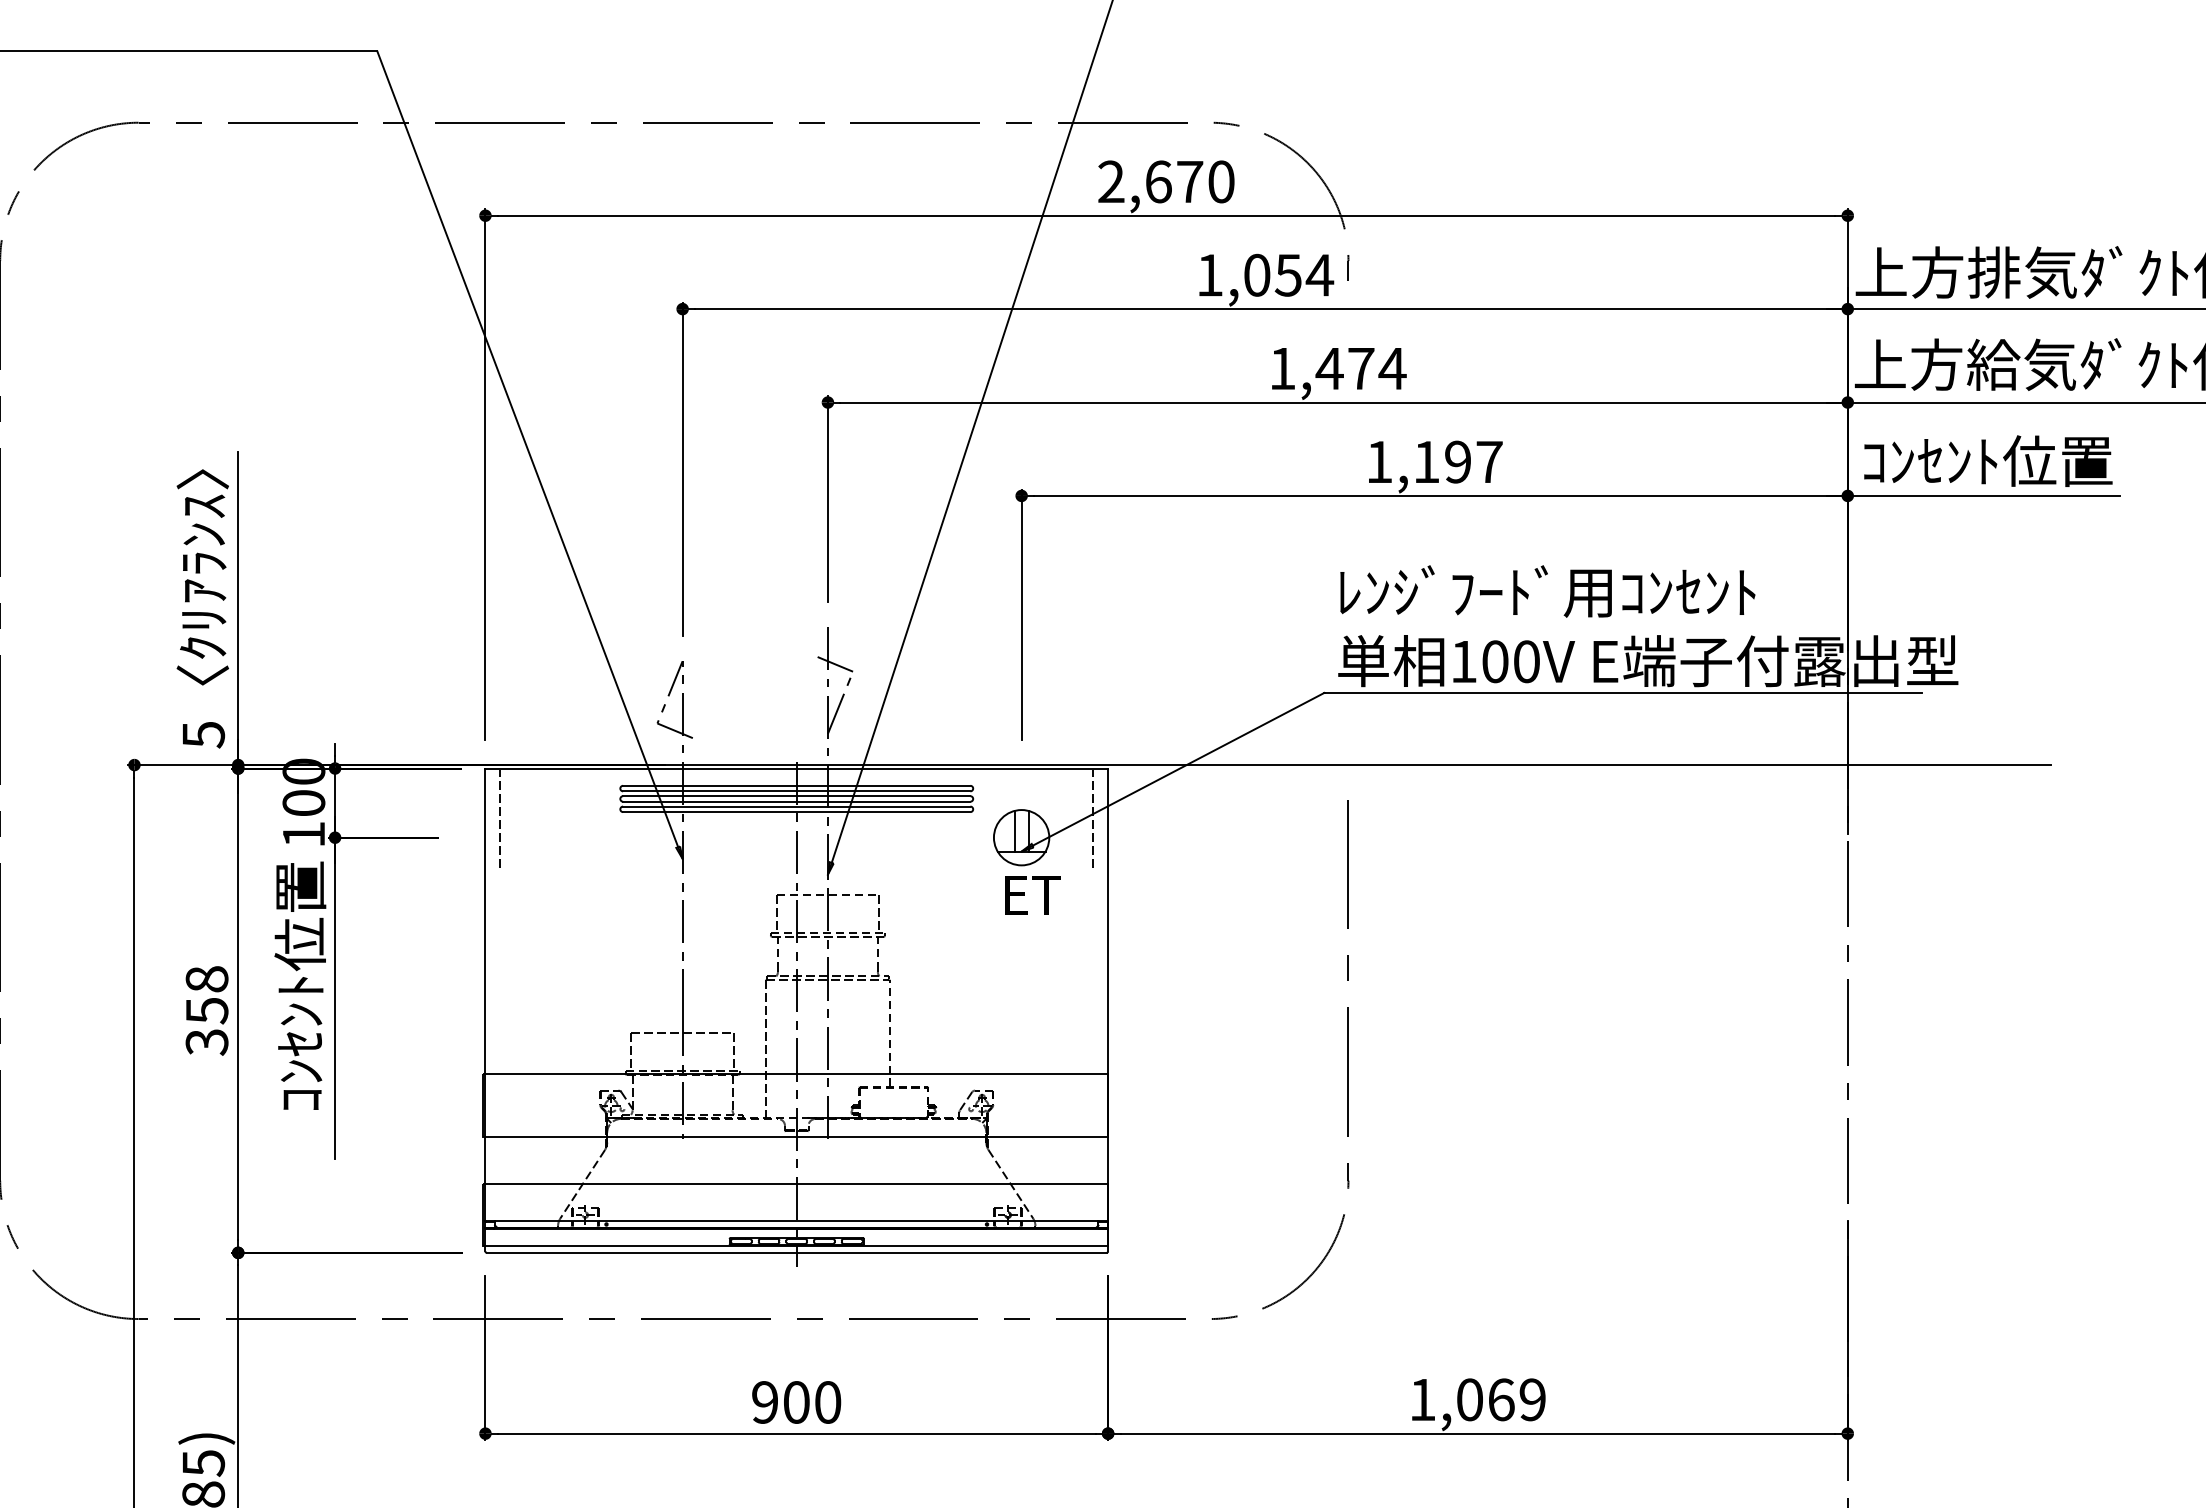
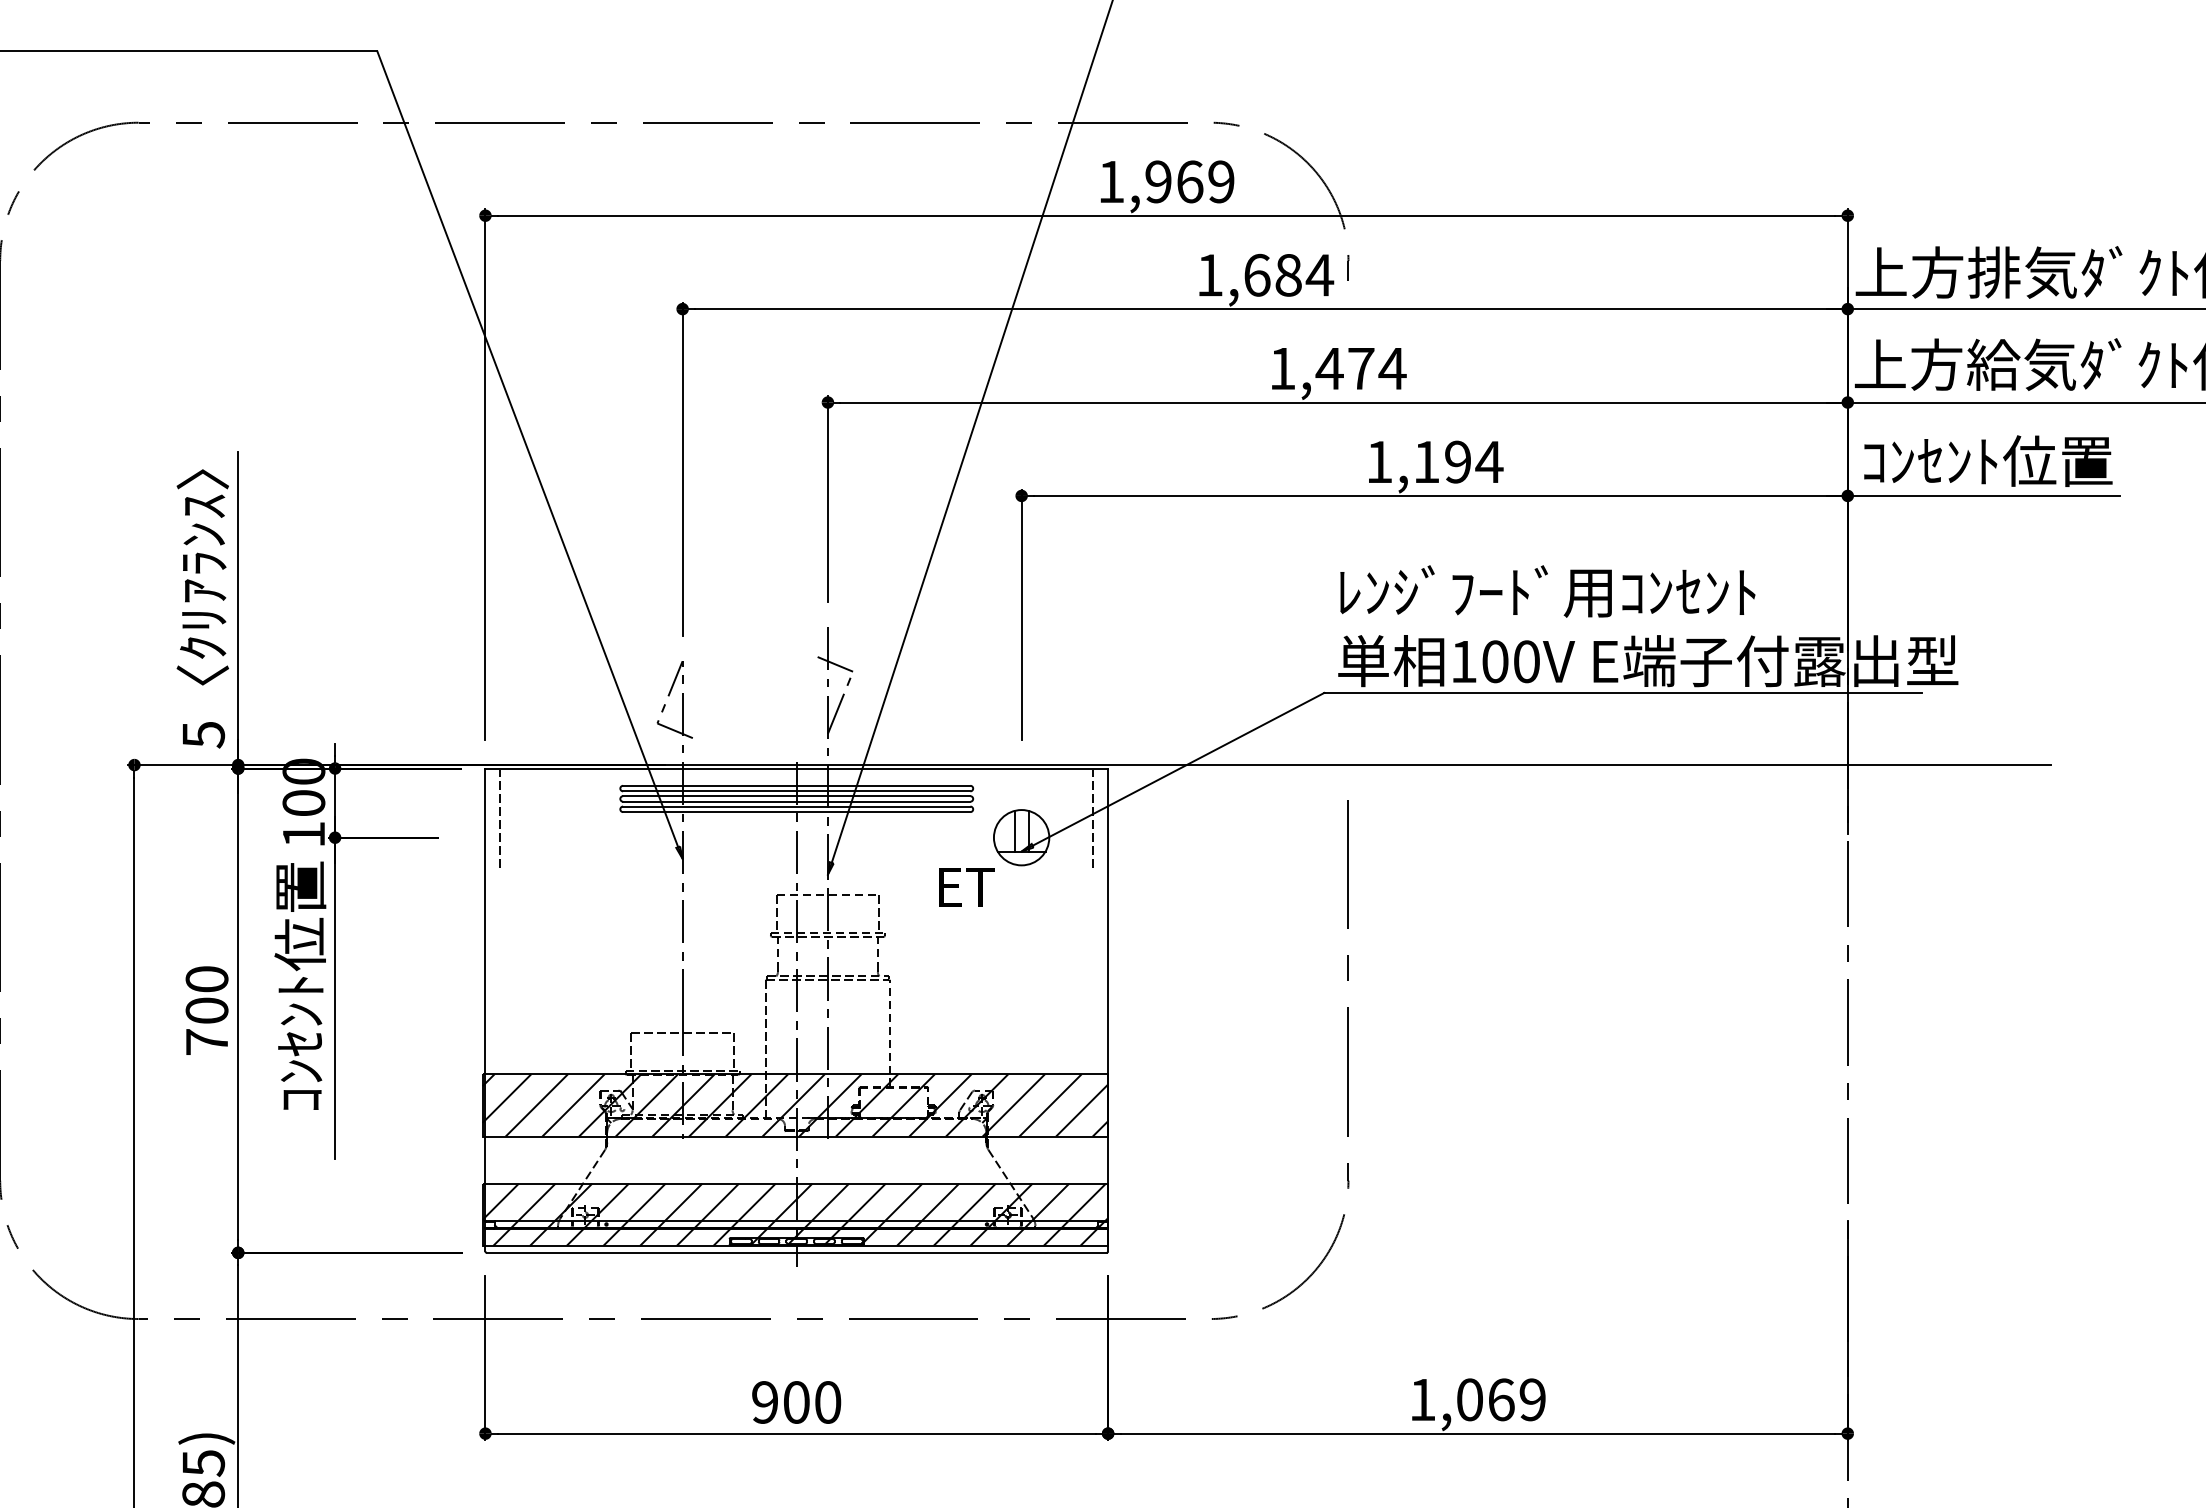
text at (1166, 181): 2,670 -> 1,969
text at (1272, 274): 1,054 -> 1,684
text at (1489, 461): 1,197 -> 1,194
text at (1032, 895) position: (1032, 895) -> (966, 887)
text at (206, 1010): 358 -> 700
hatch at (795, 1105): none -> present
hatch at (795, 1214): none -> present
